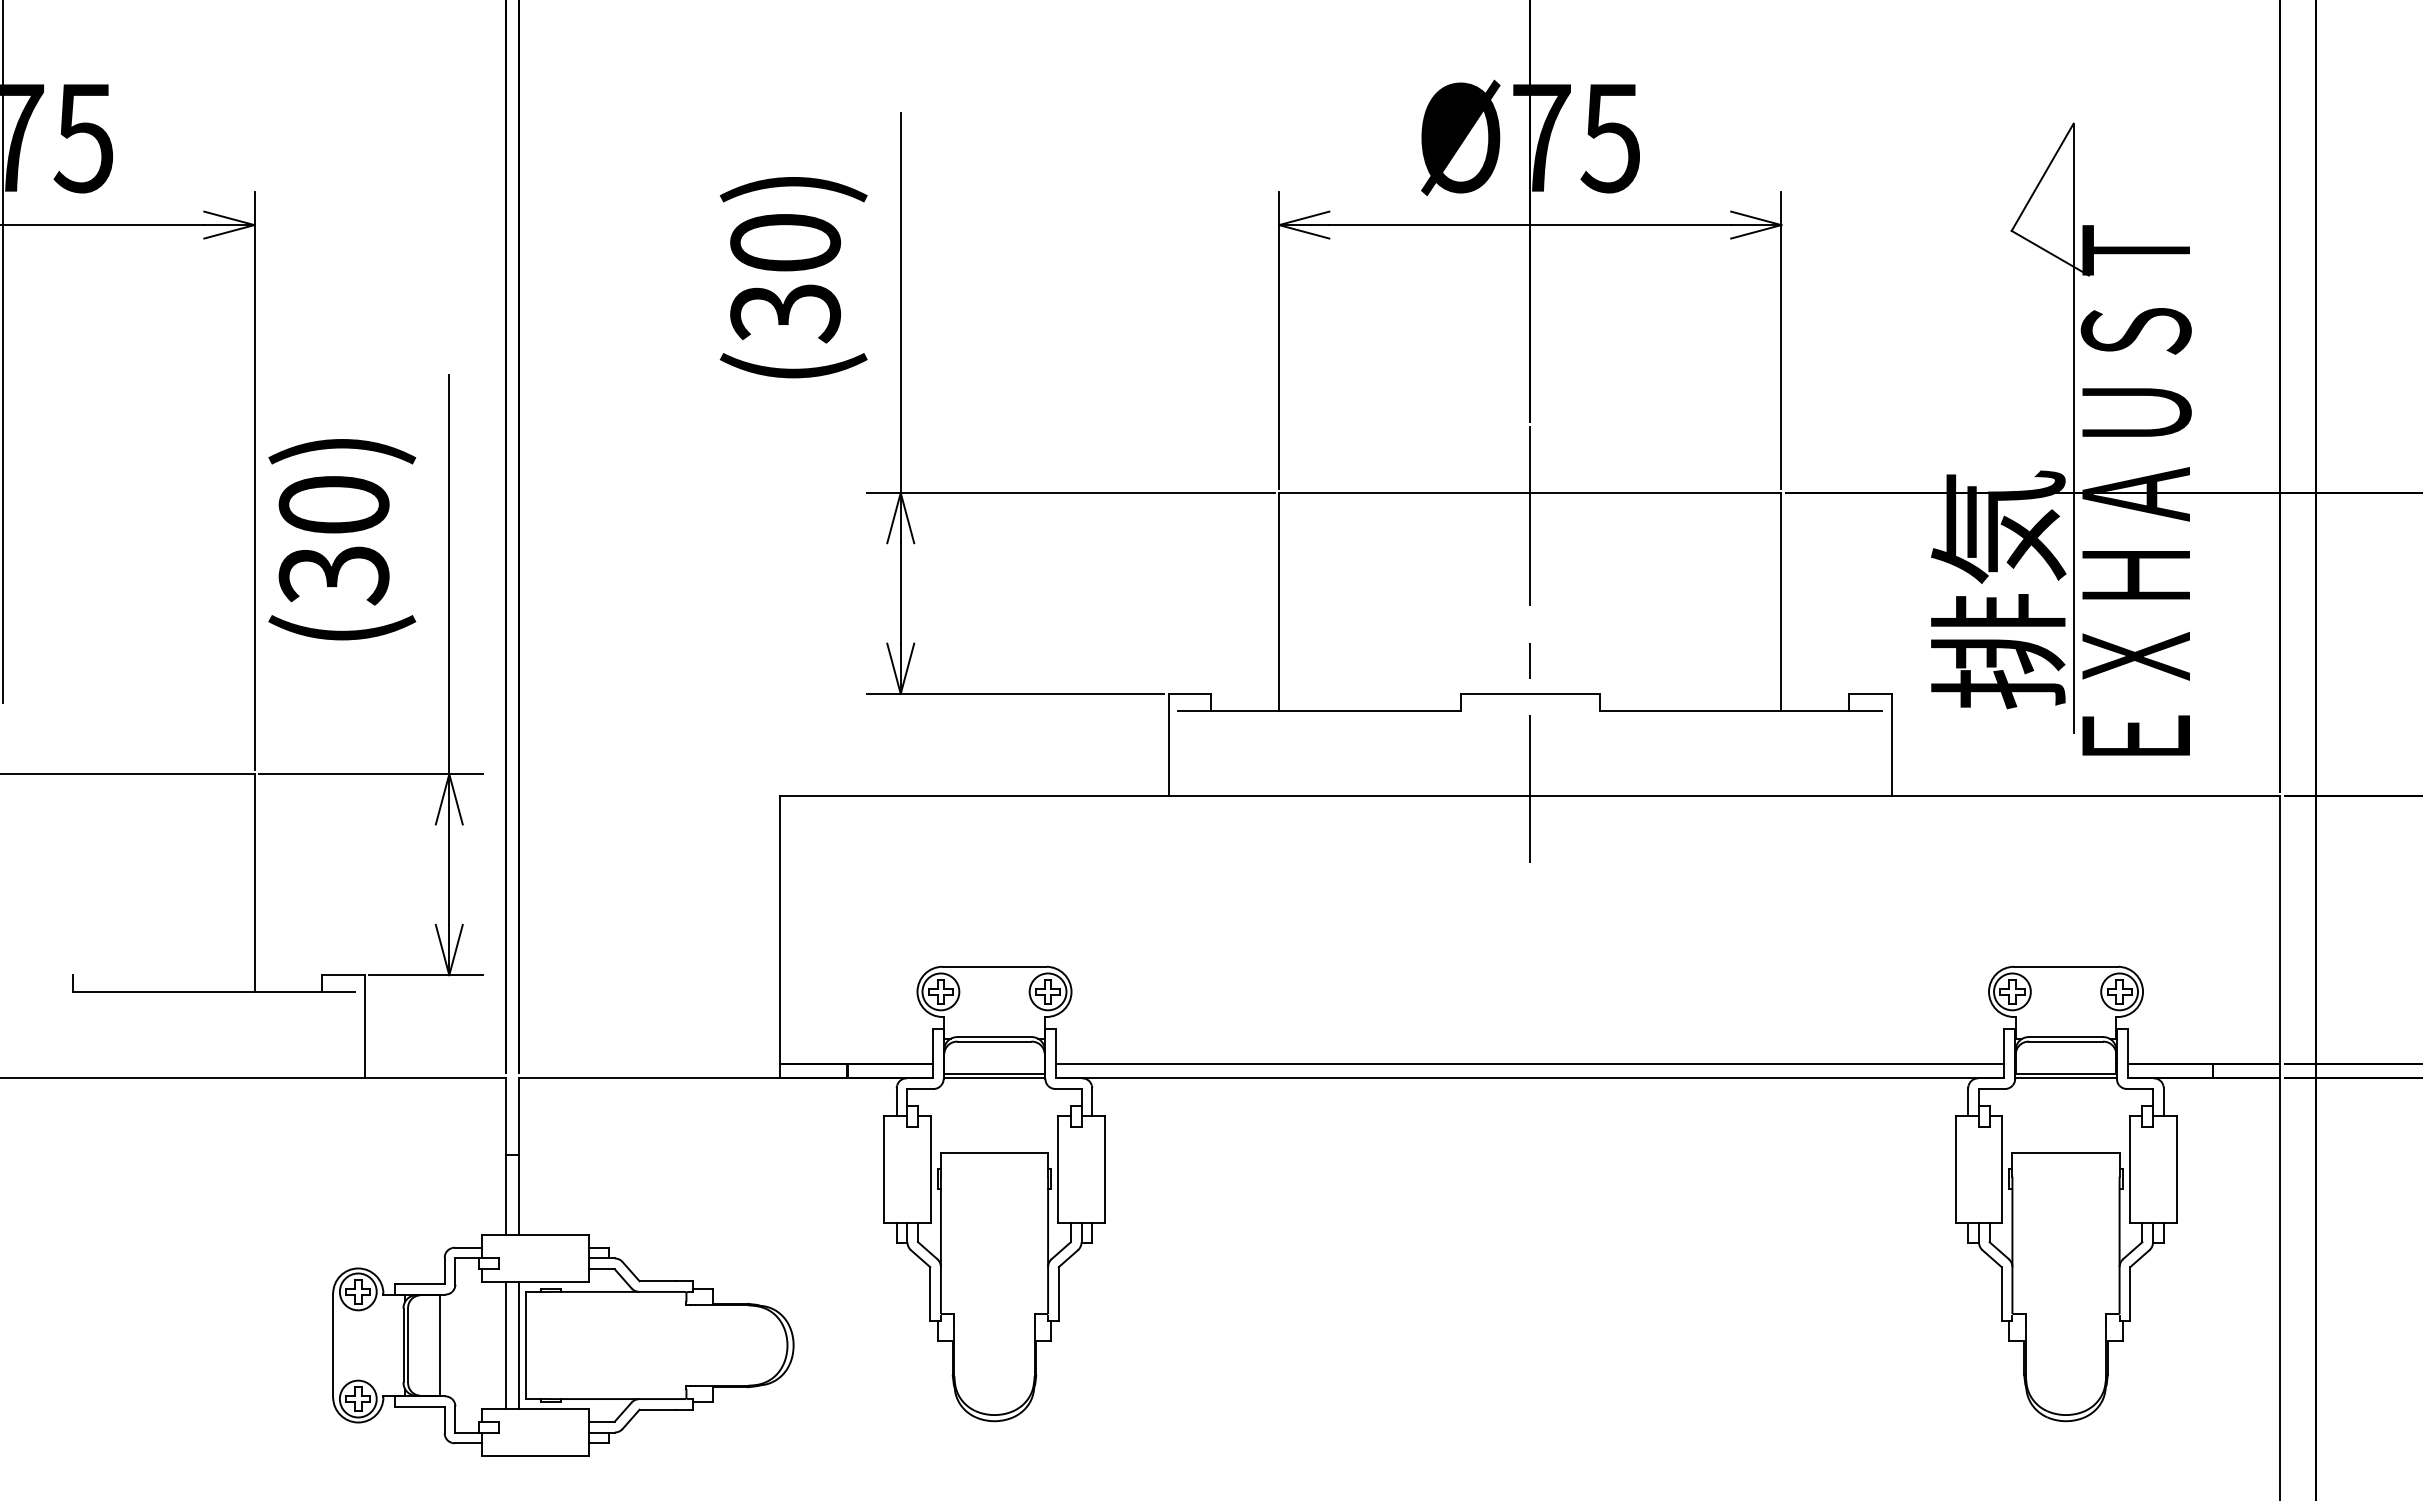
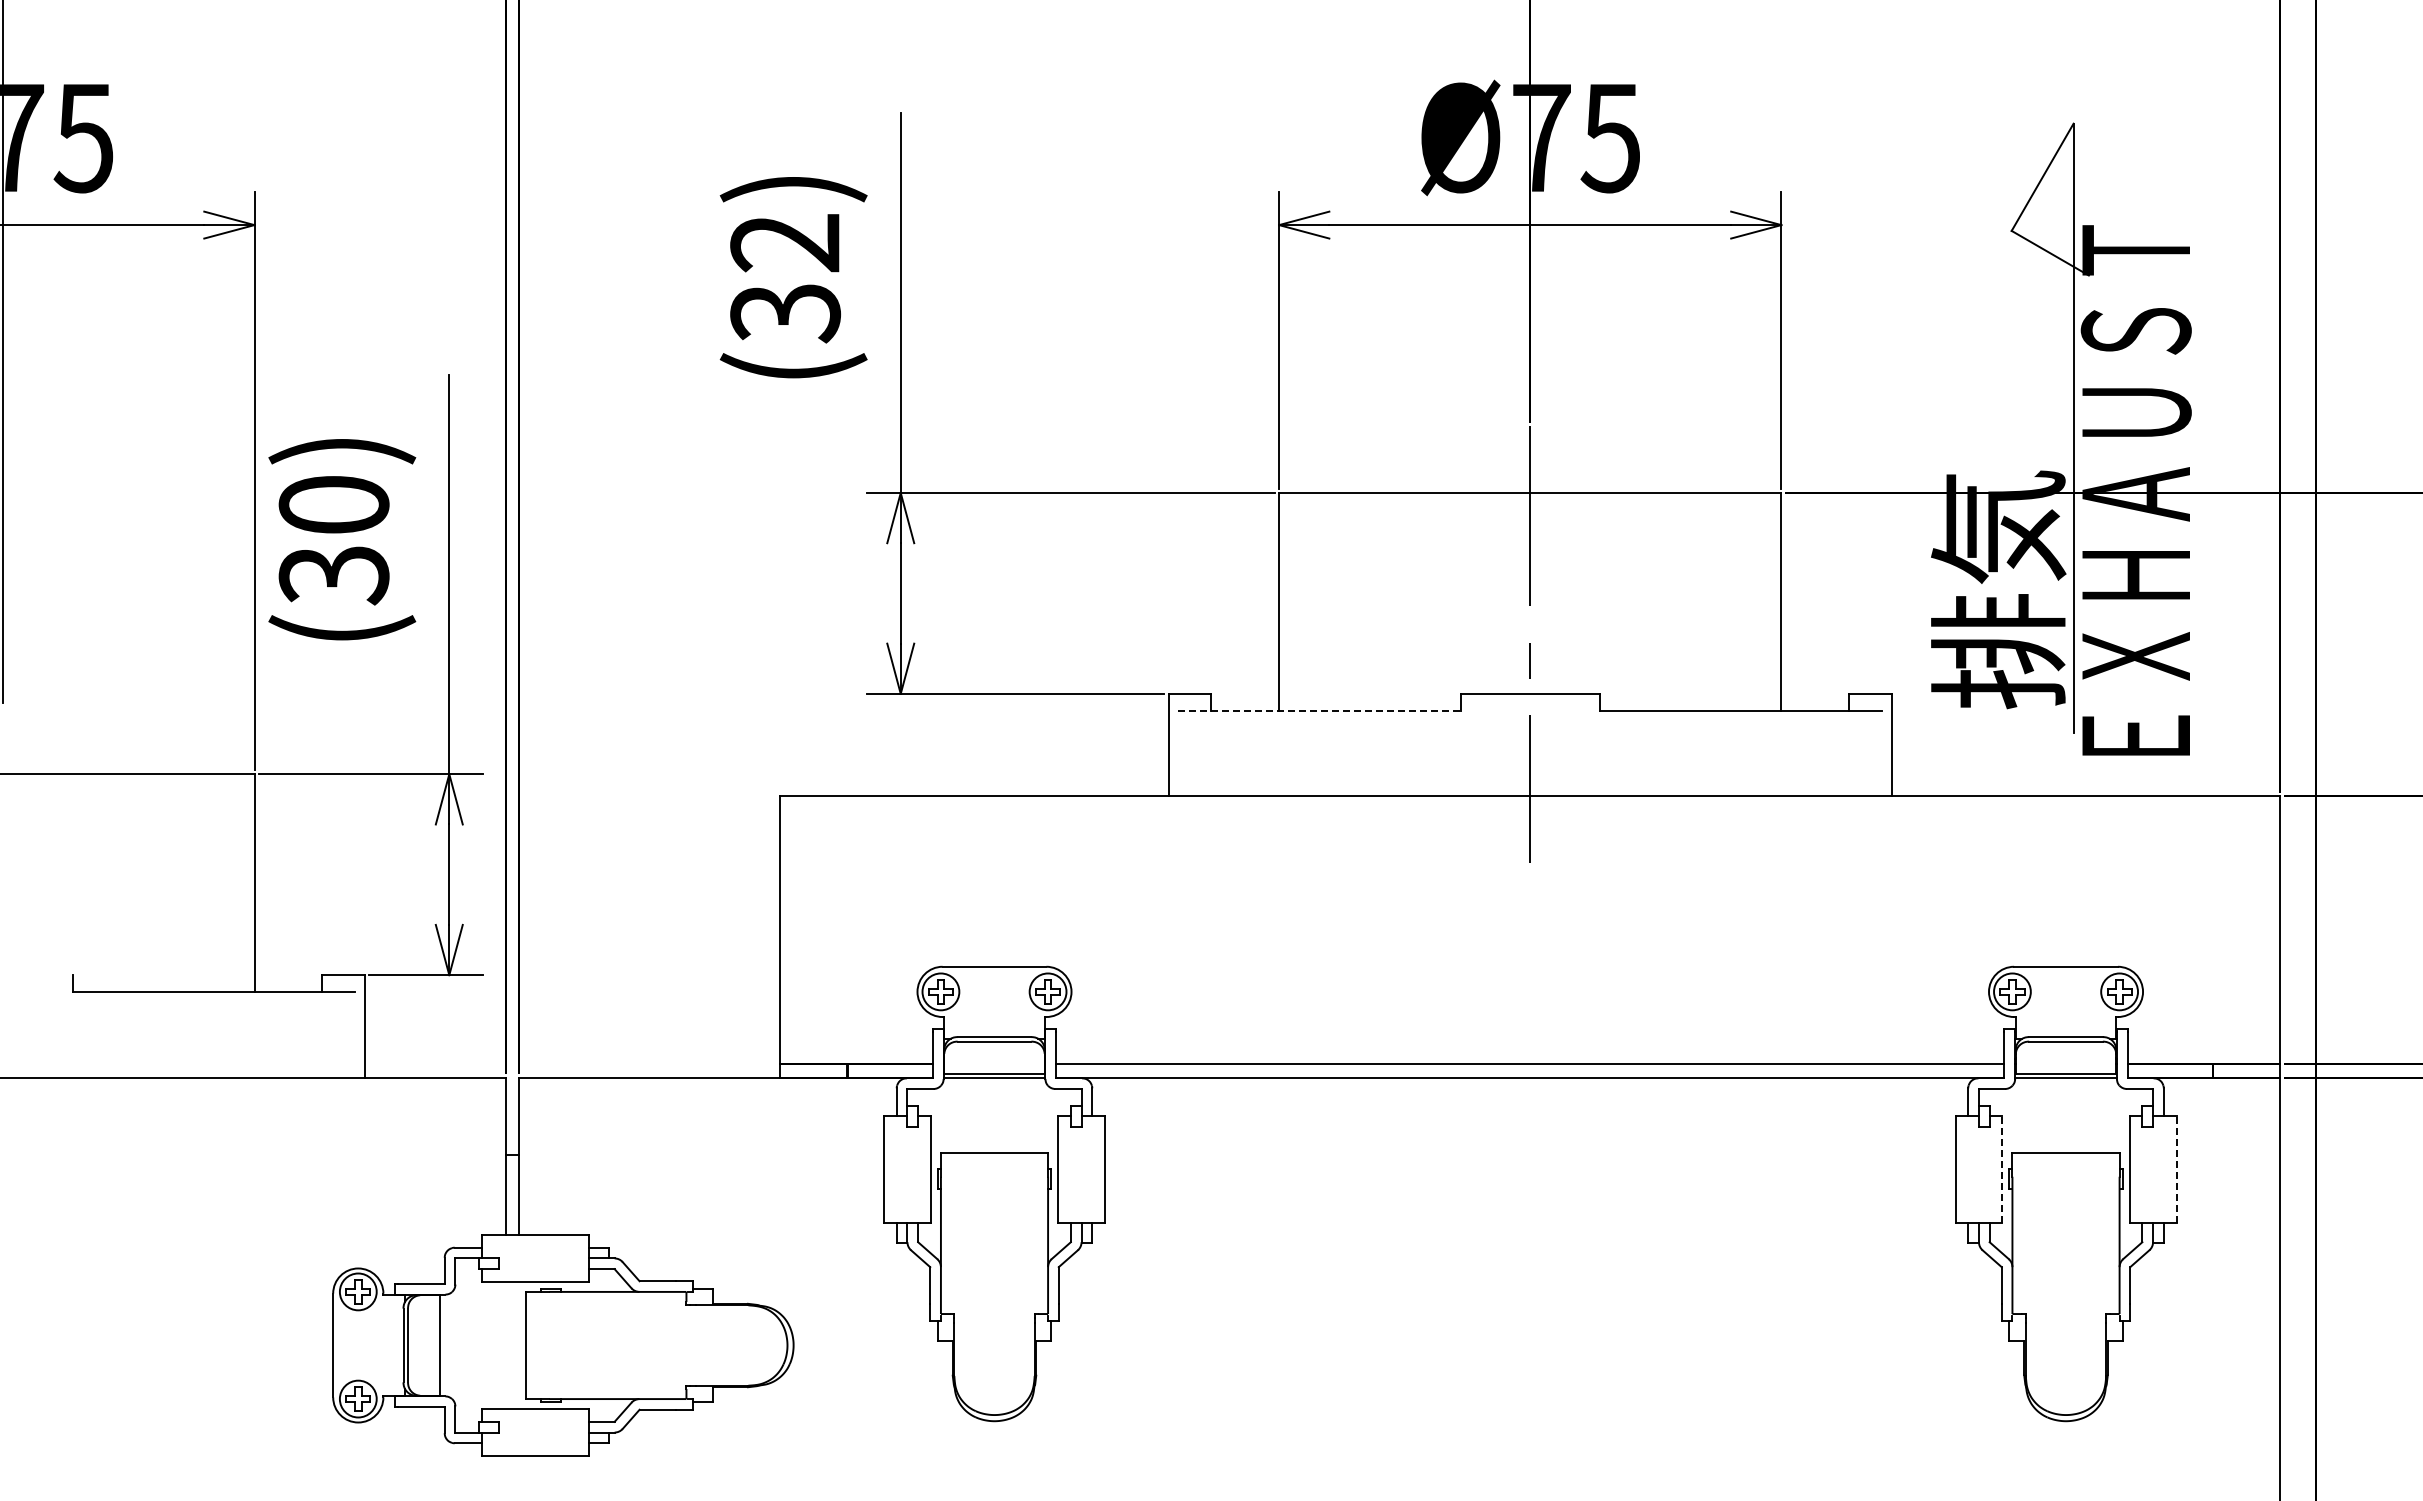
text at (785, 243): (30) -> (32)
line at (1320, 710): solid -> dashed
line at (2002, 1169): solid -> dashed
line at (2176, 1169): solid -> dashed
line at (505, 1345): present -> none
line at (519, 1345): present -> none
